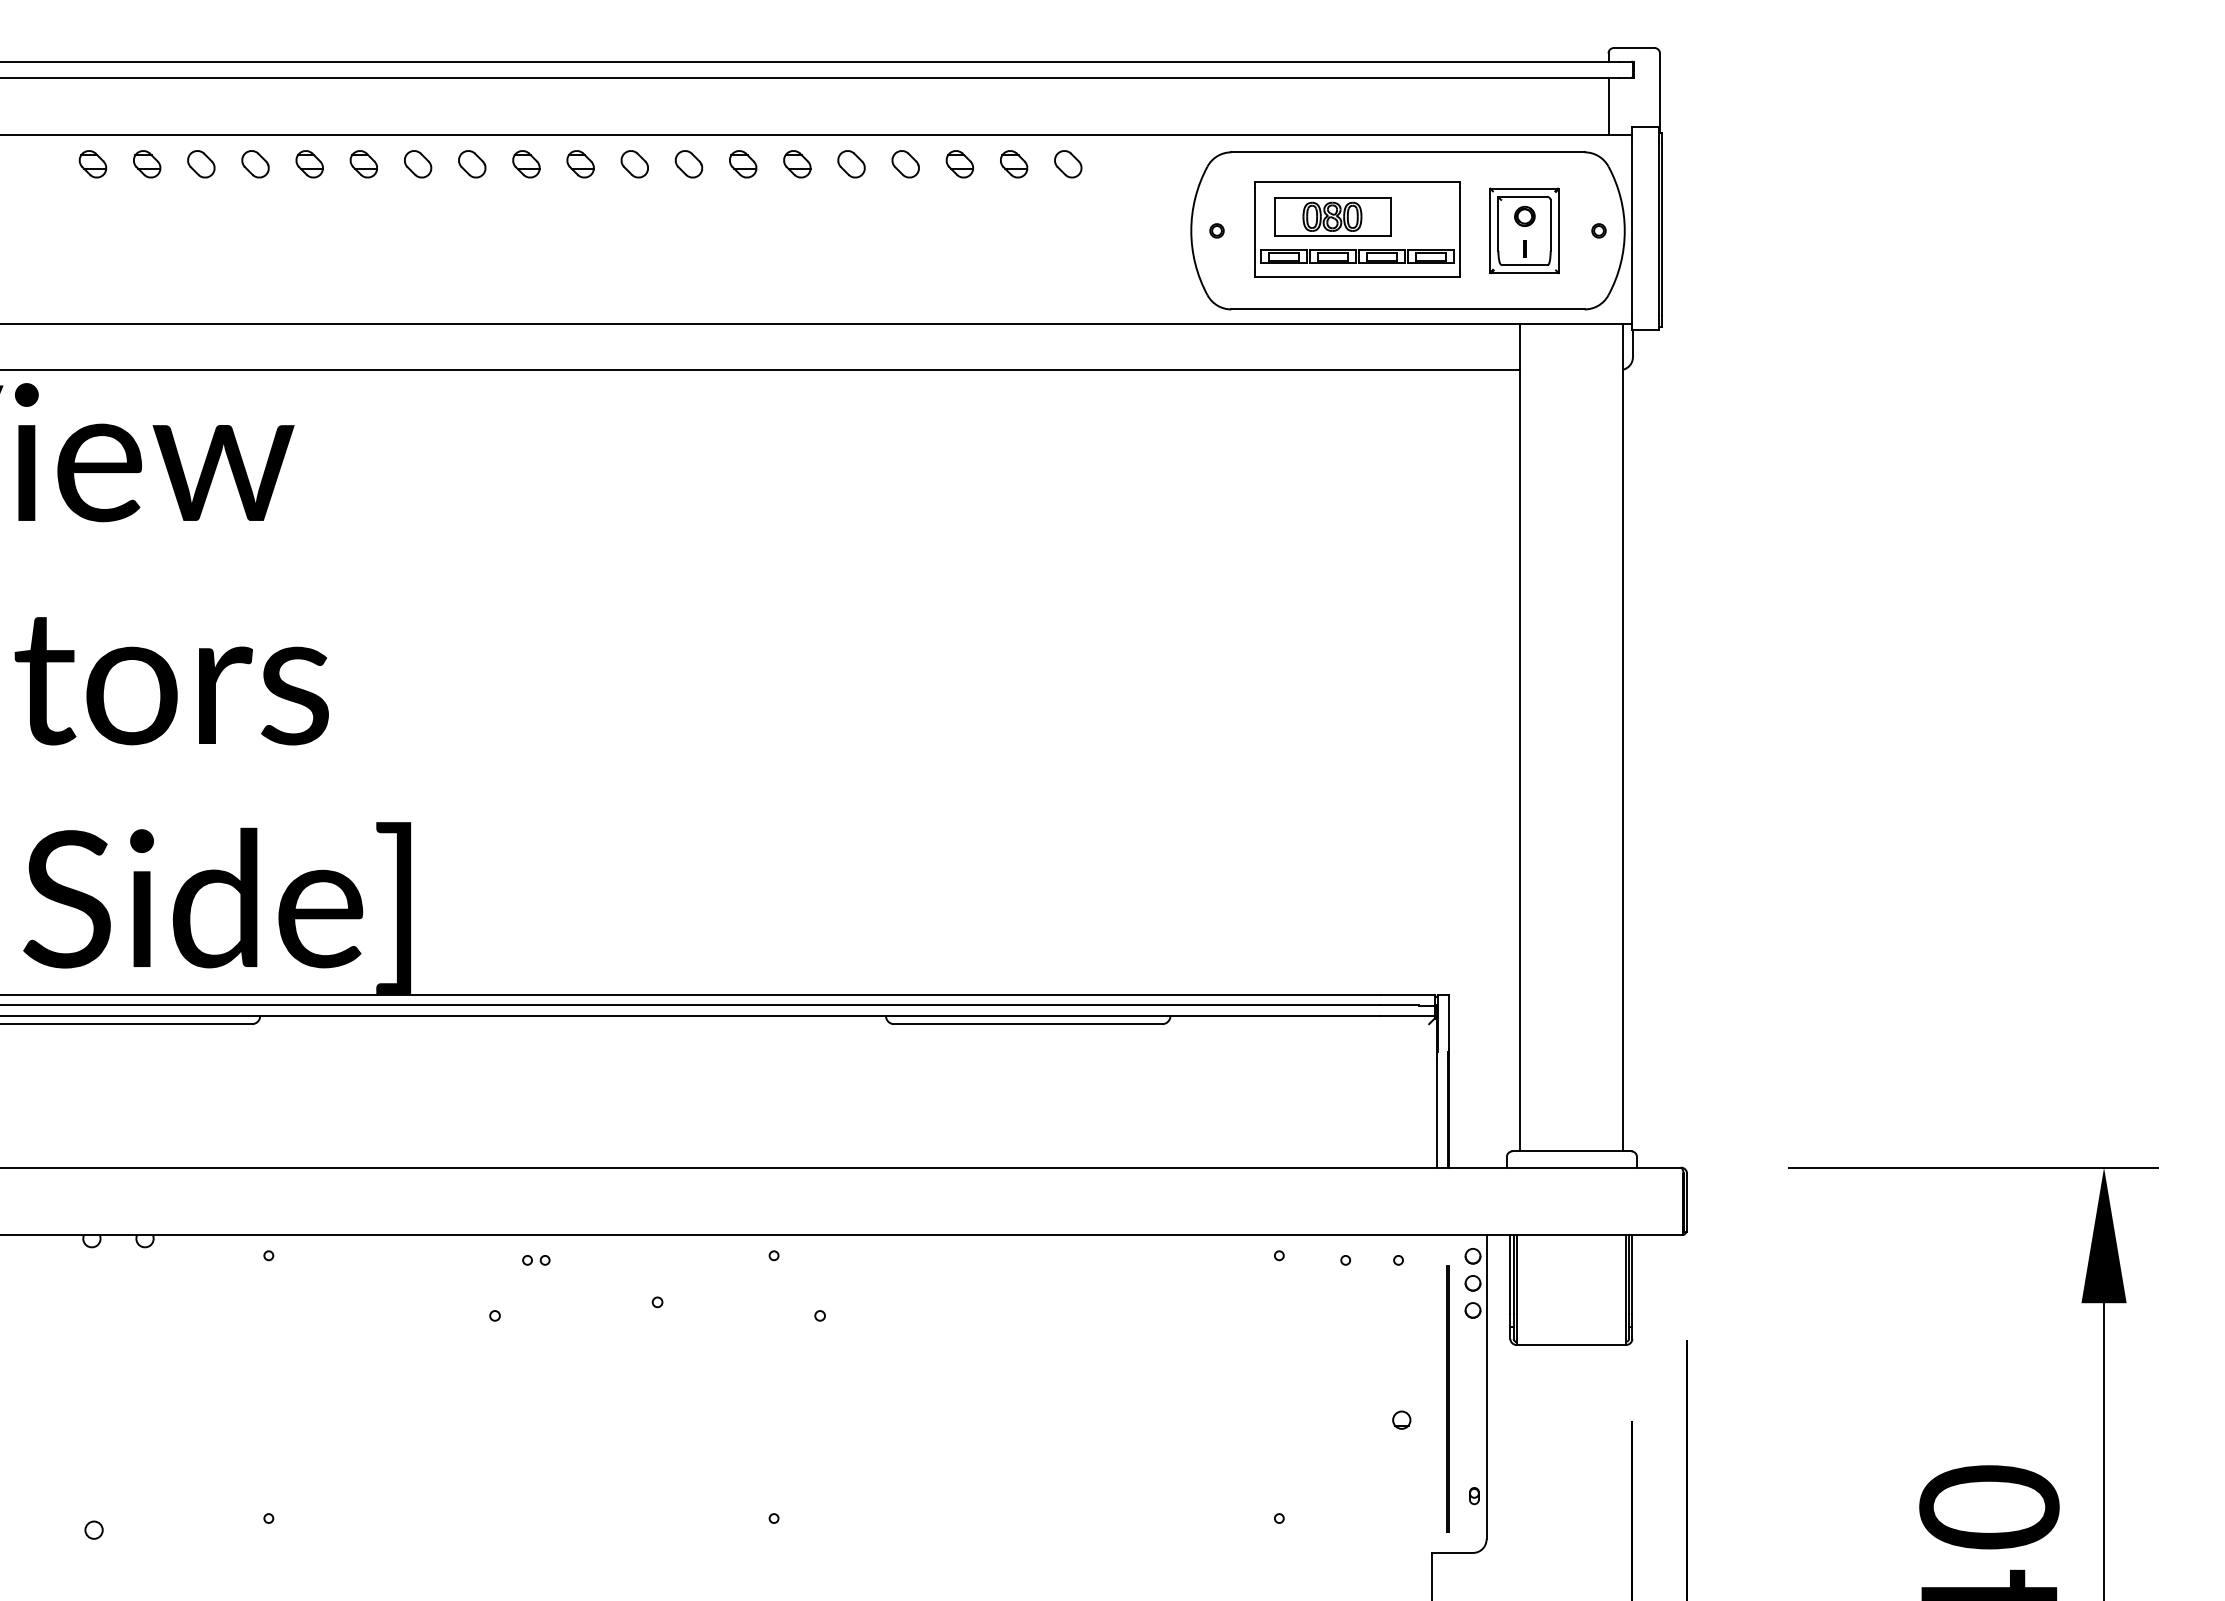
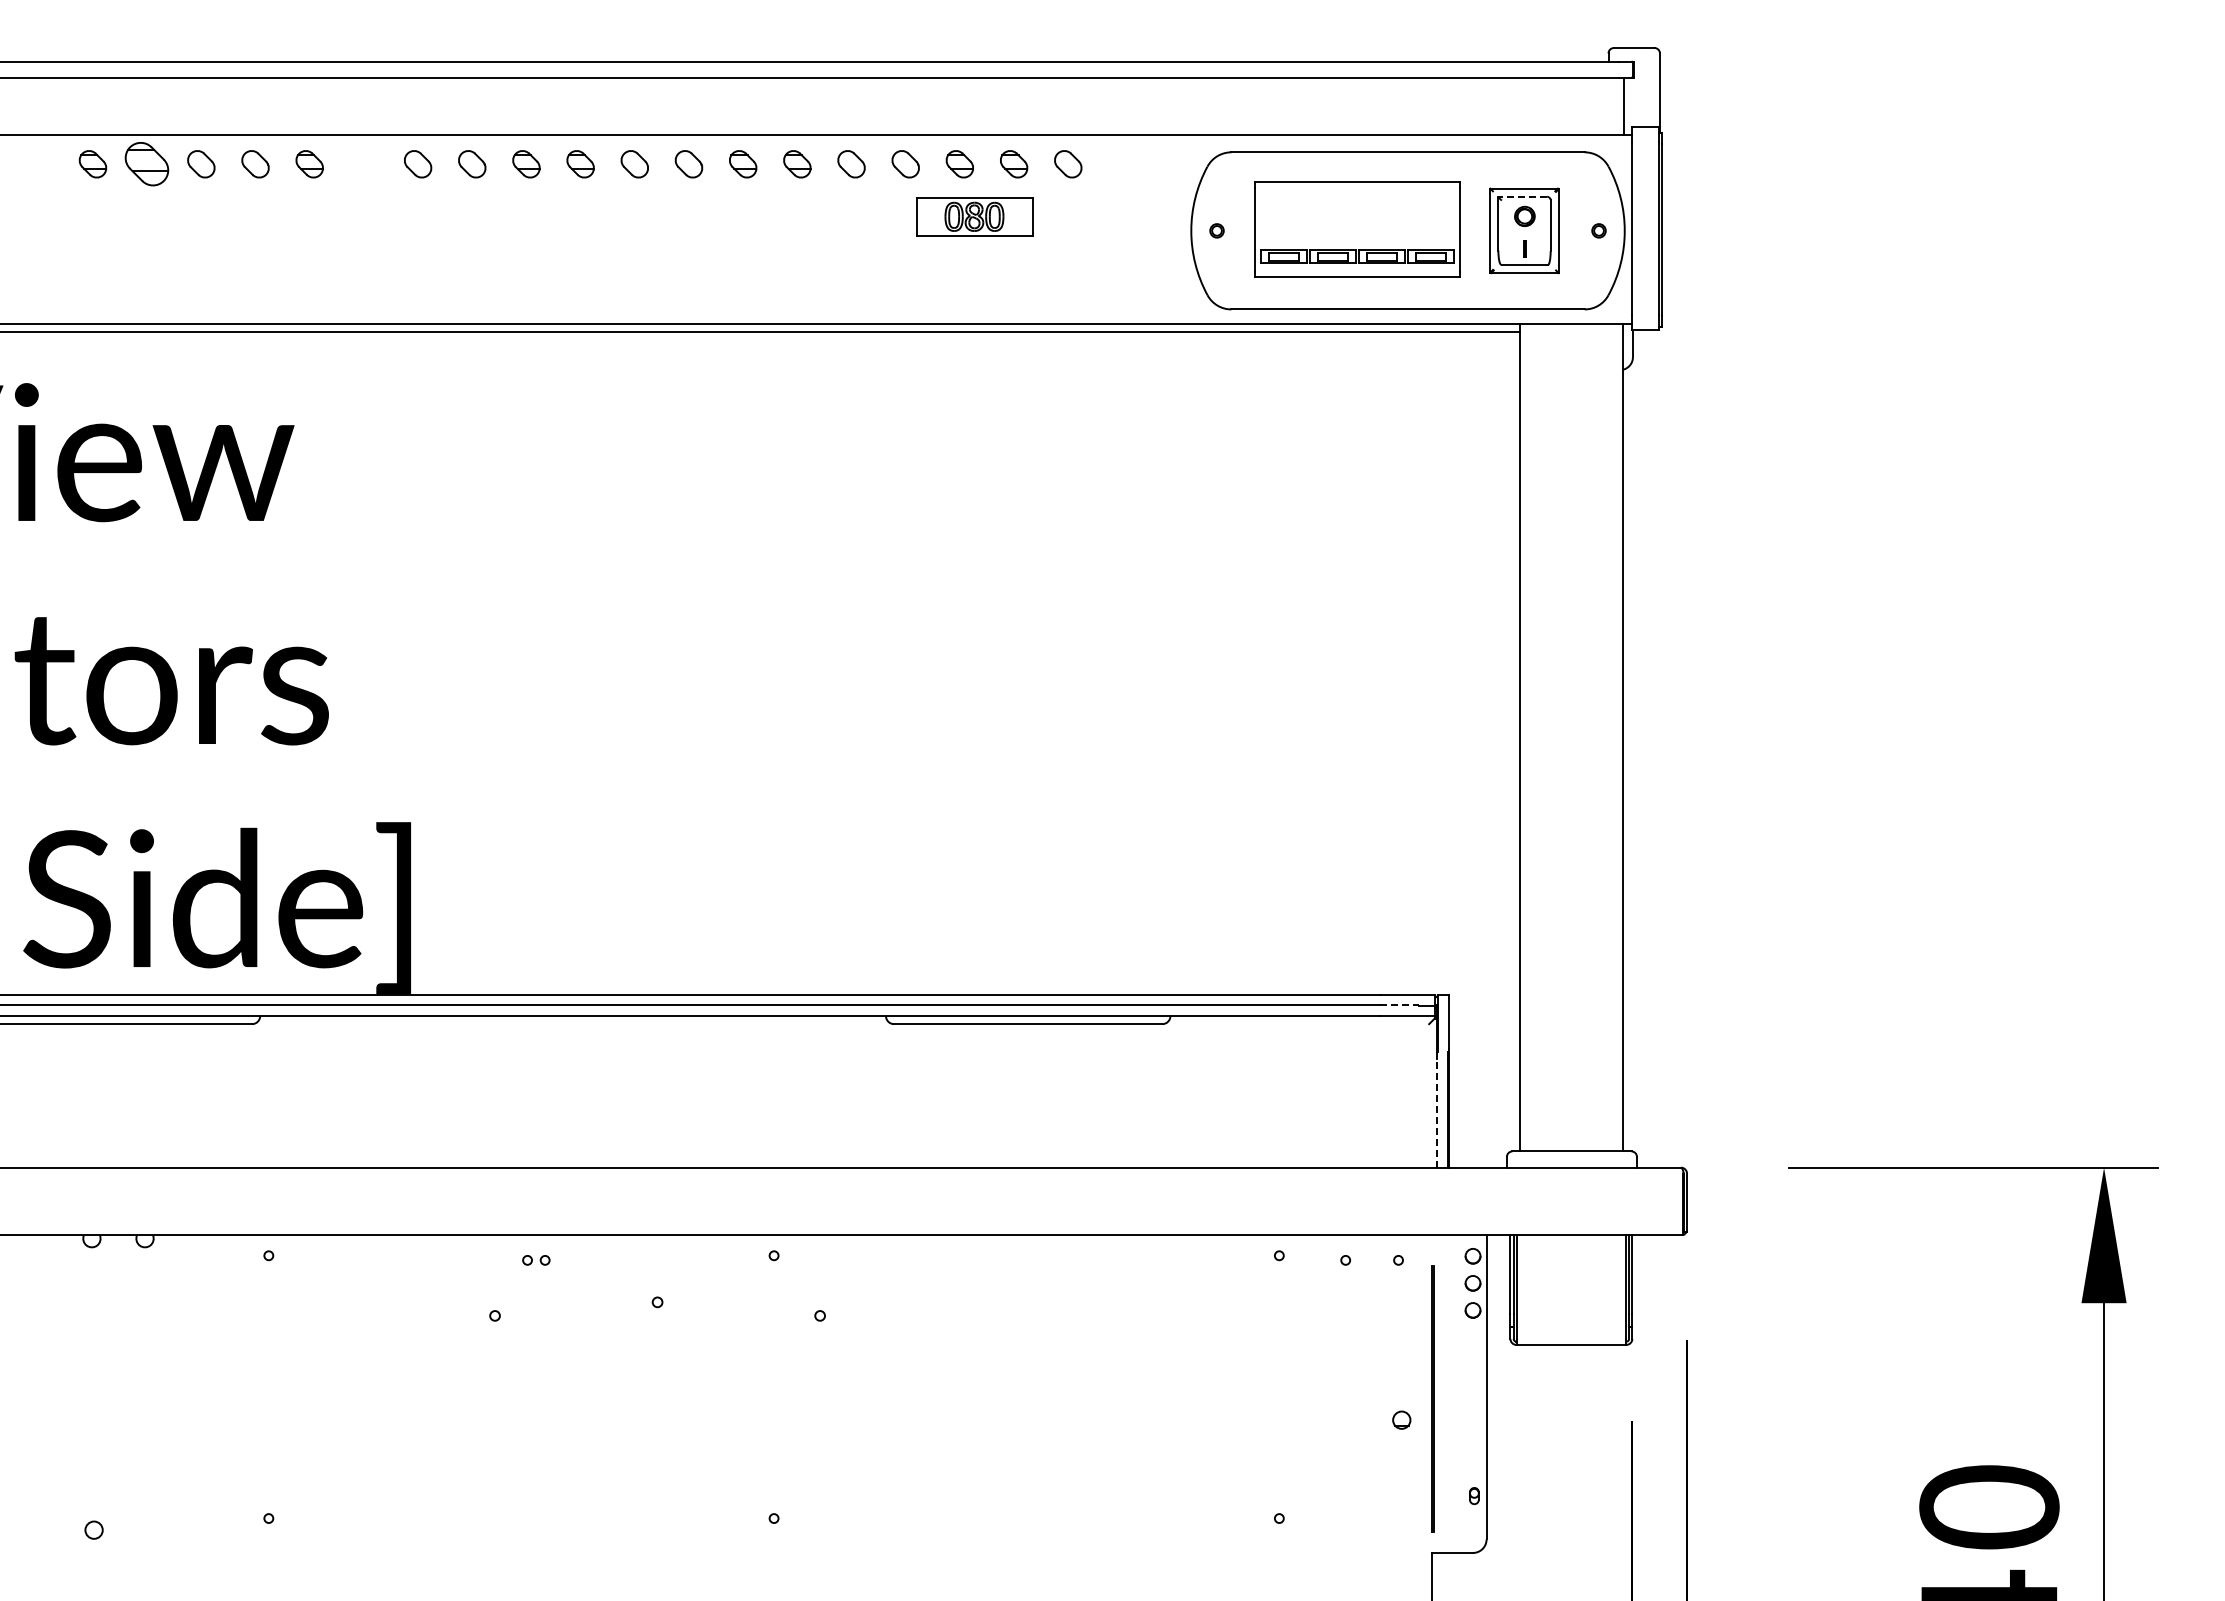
line at (1608, 105) position: (1608, 105) -> (1623, 105)
part at (147, 164) size: 29x29 px -> 46x45 px
part at (363, 164): present -> none
line at (1522, 196): solid -> dashed
part at (1332, 216) position: (1332, 216) -> (974, 216)
line at (761, 370) position: (761, 370) -> (761, 332)
line at (1400, 1005): solid -> dashed
line at (1437, 1113): solid -> dashed
line at (1447, 1398) position: (1447, 1398) -> (1432, 1398)
